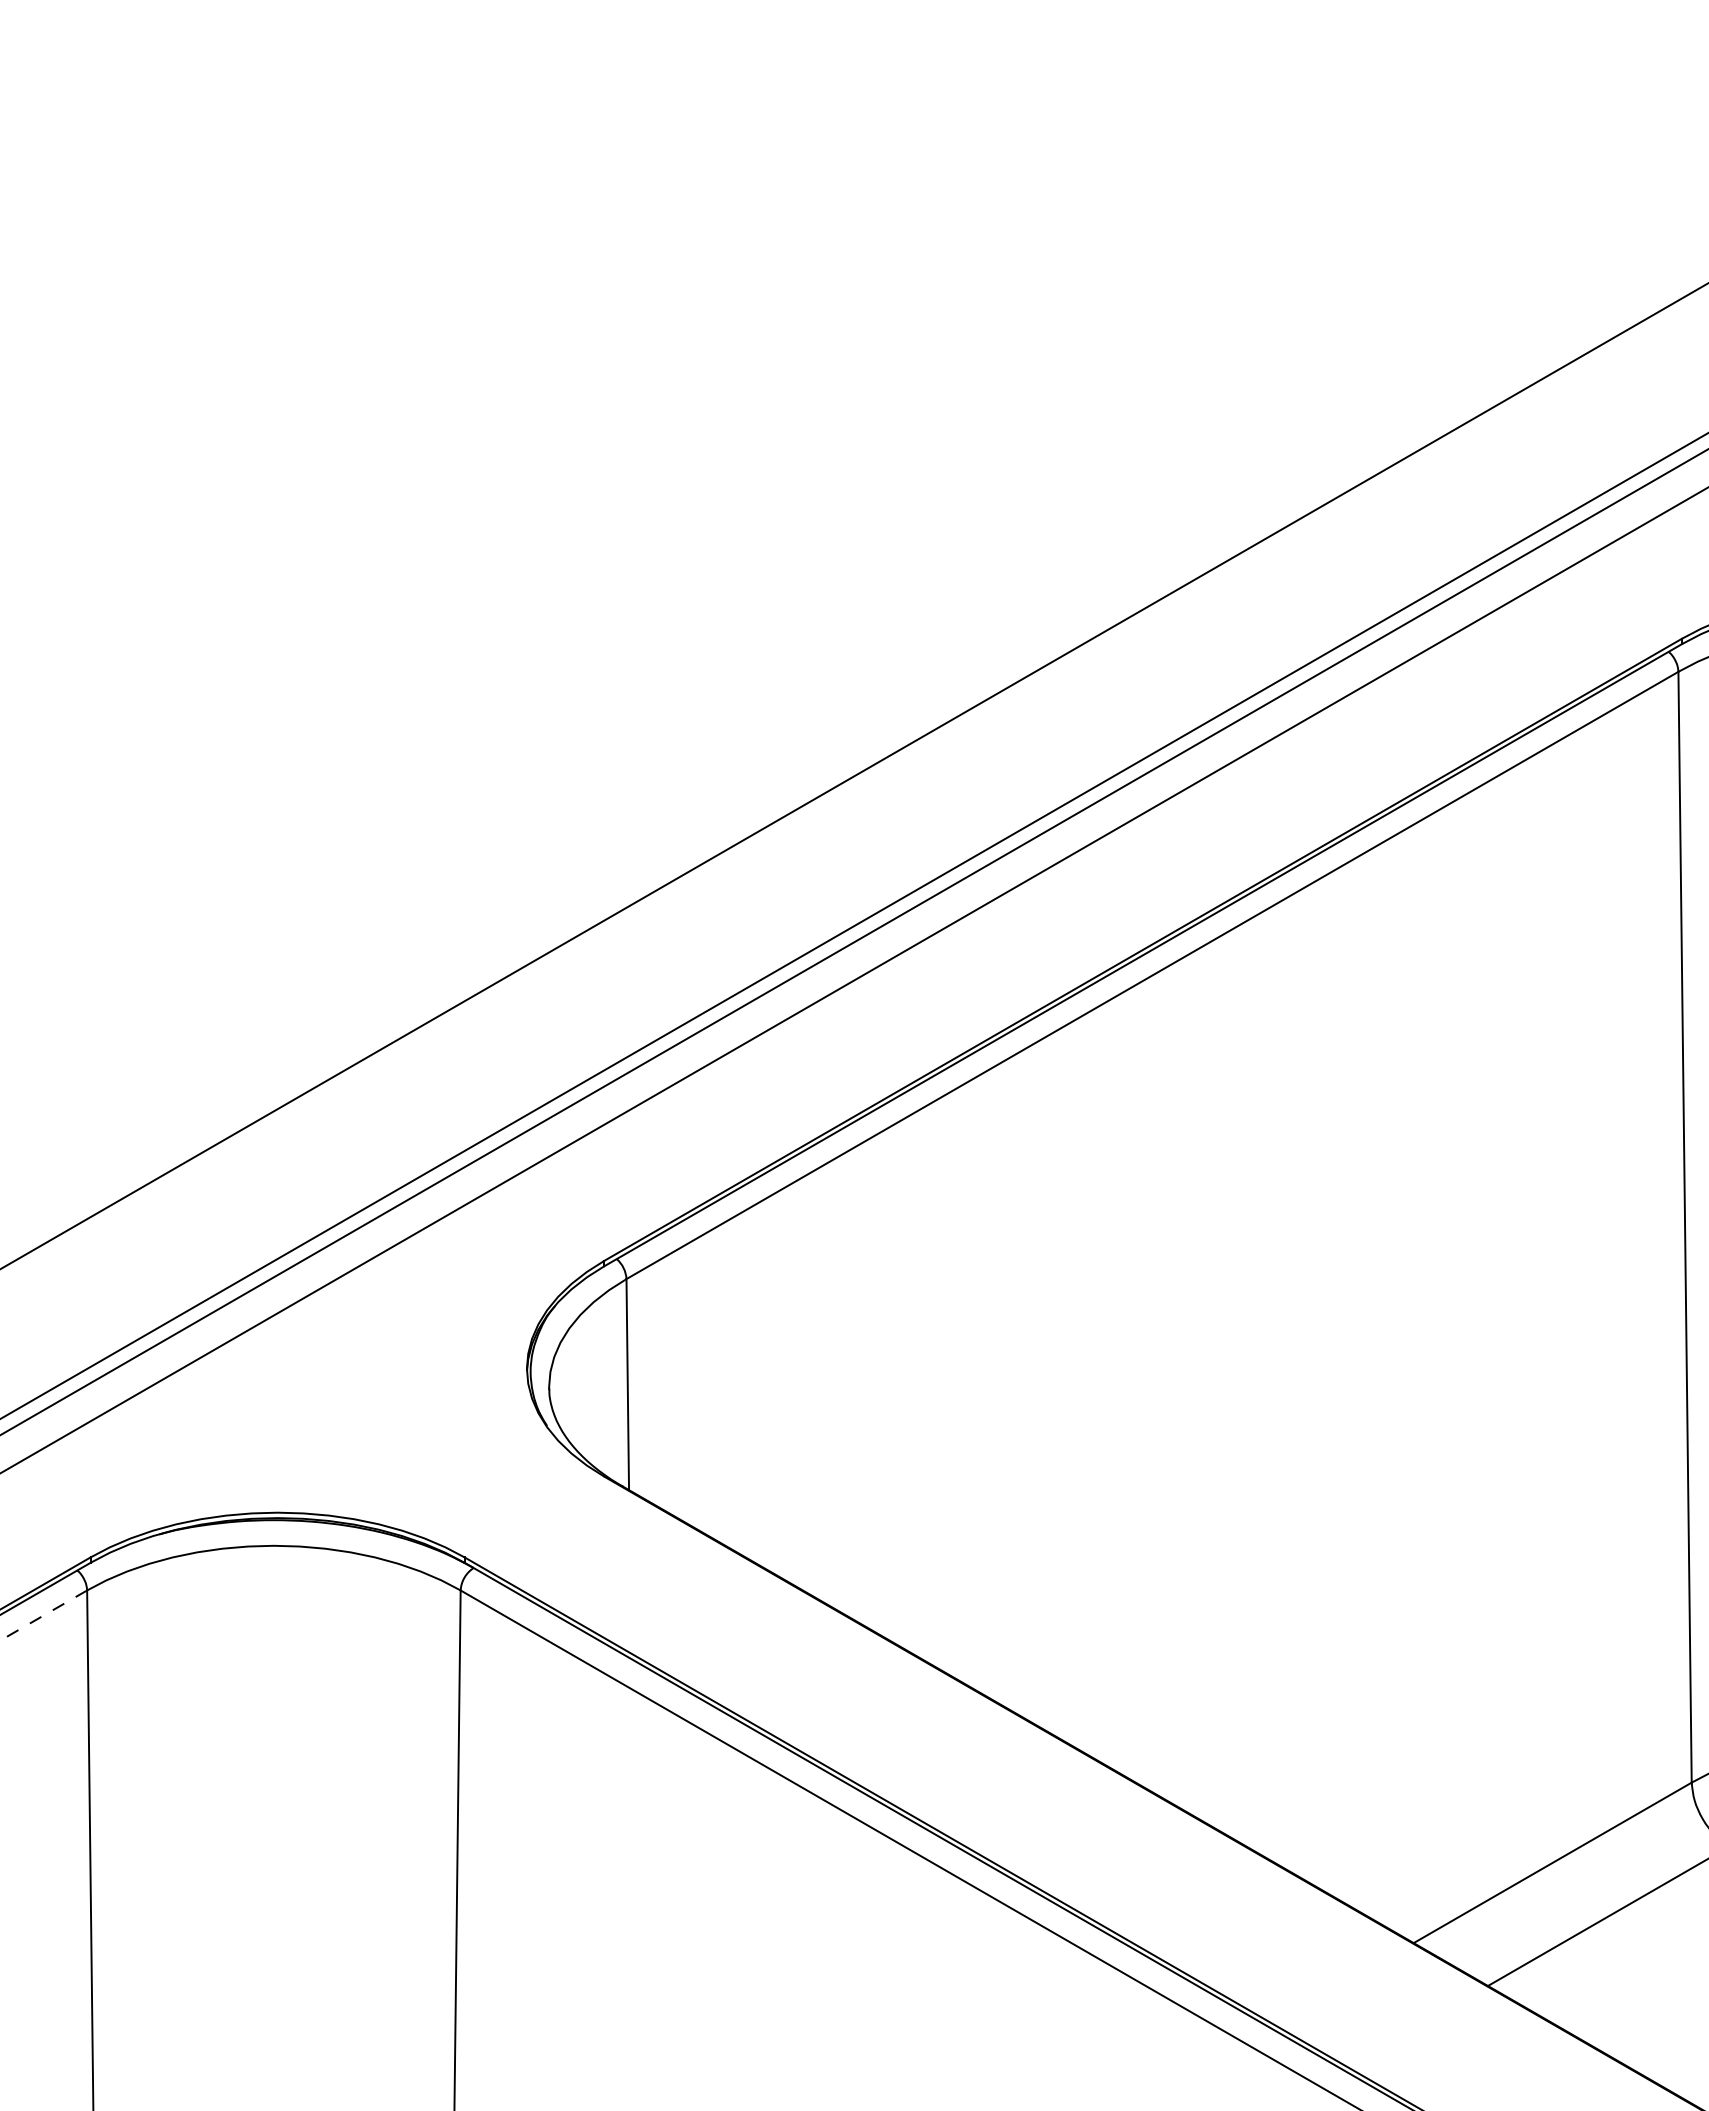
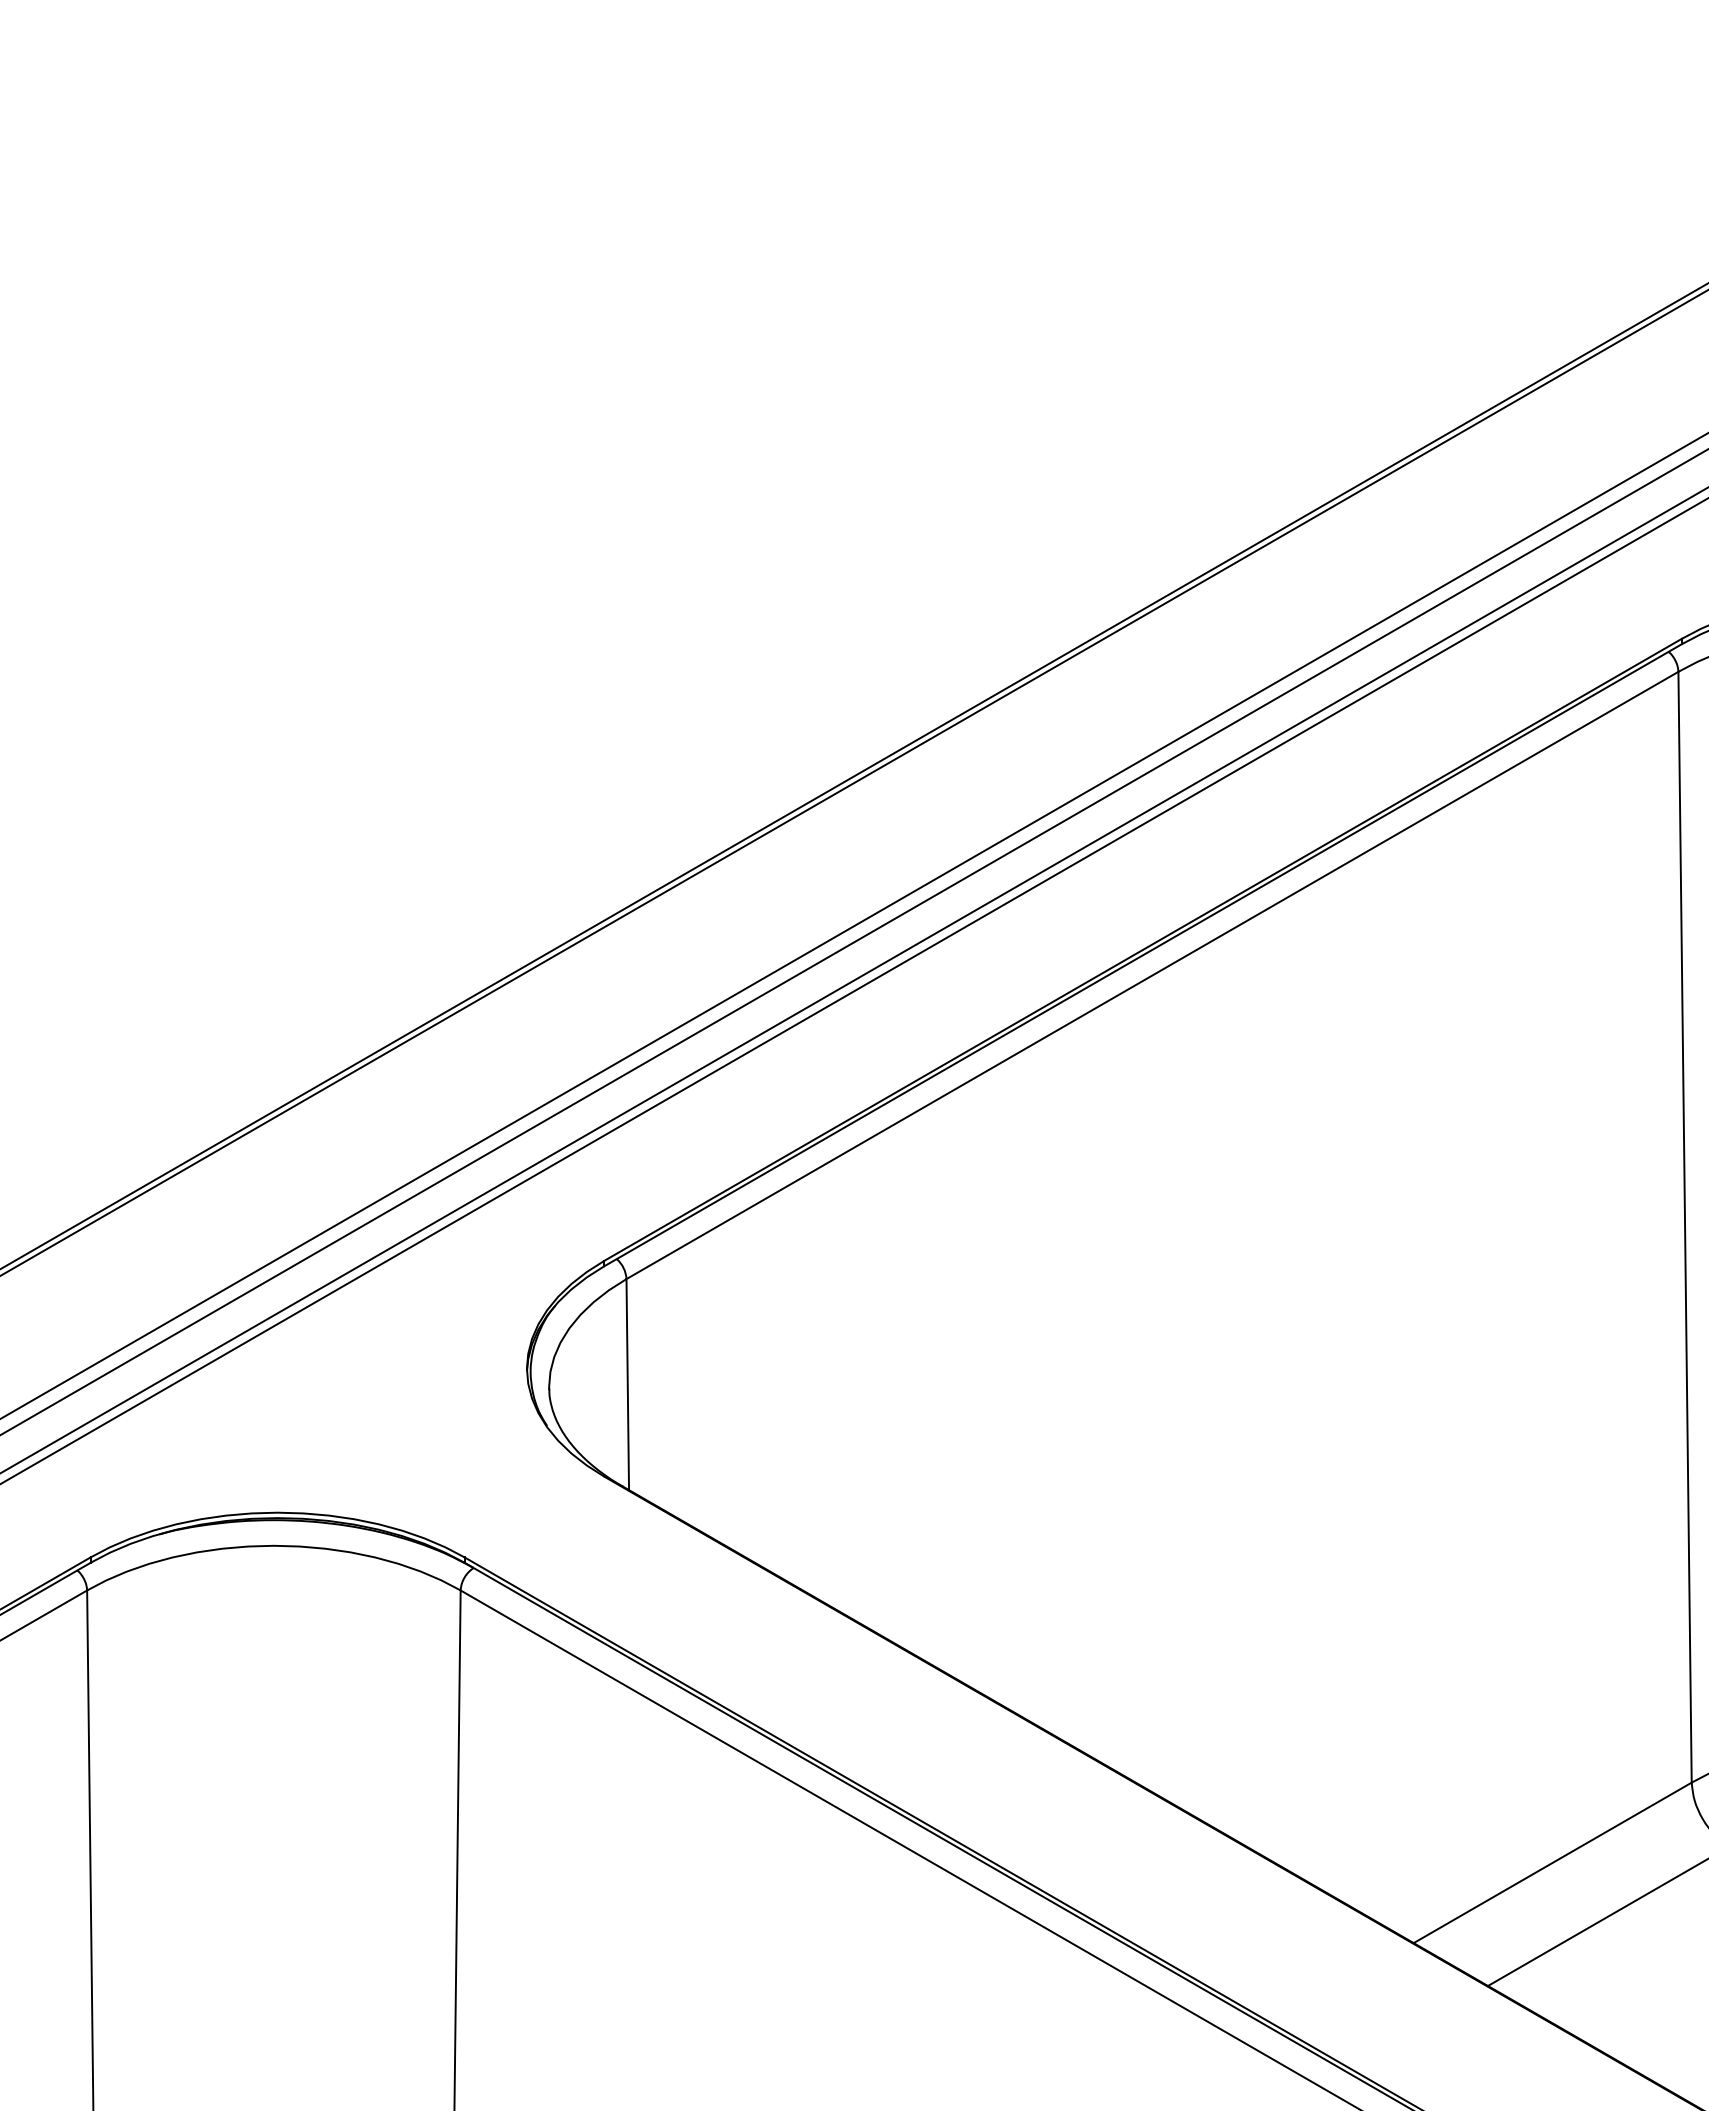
line at (853, 782): none -> present
line at (853, 991): none -> present
line at (43, 1615): dashed -> solid
